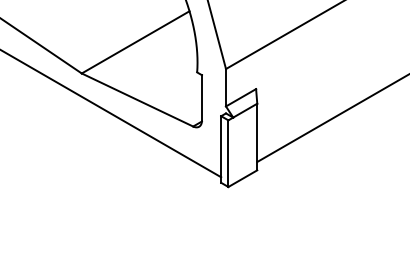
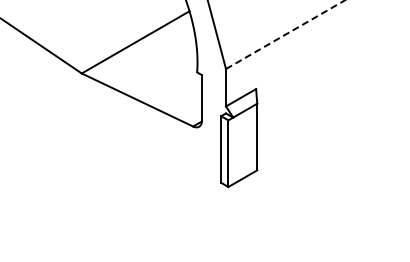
line at (285, 34): solid -> dashed
line at (111, 114): present -> none
line at (331, 119): present -> none
